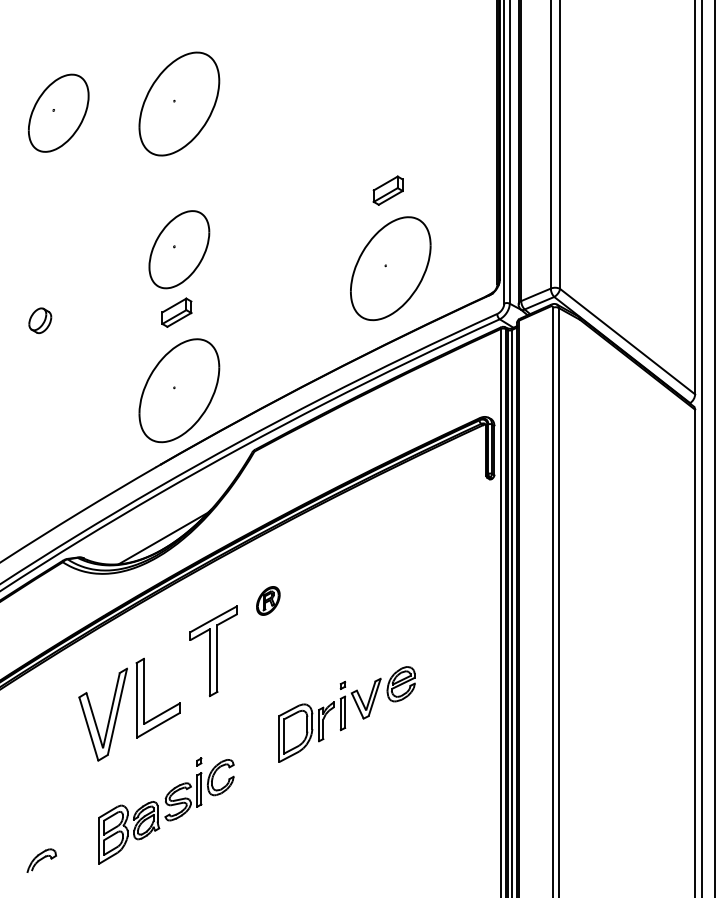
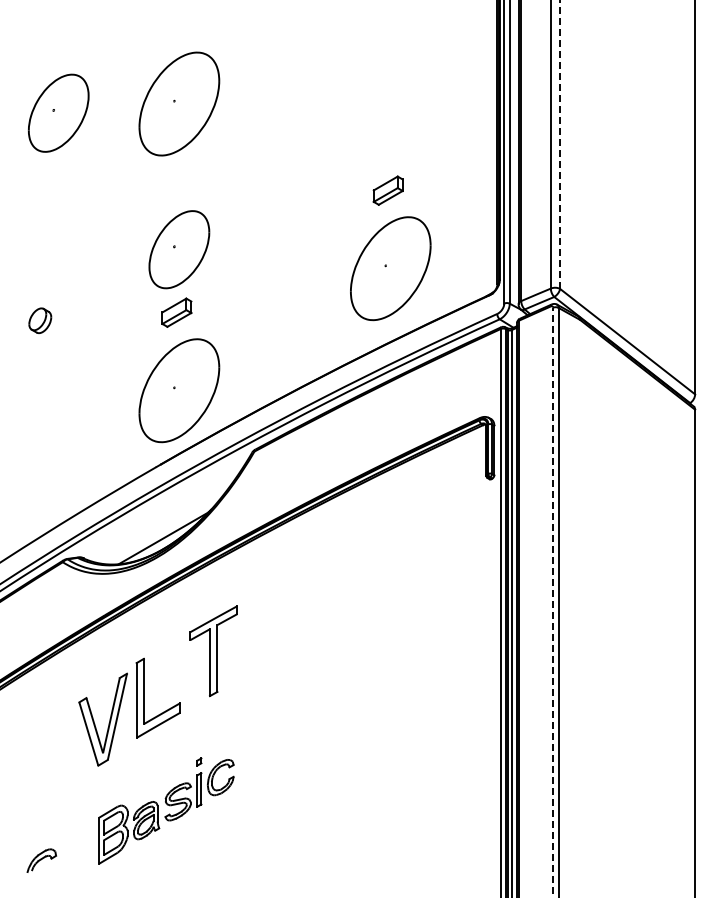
line at (560, 144): solid -> dashed
line at (702, 448): present -> none
line at (715, 448): present -> none
part at (268, 600): present -> none
line at (553, 602): solid -> dashed
part at (109, 714) position: (109, 714) -> (109, 719)
part at (346, 714): present -> none
